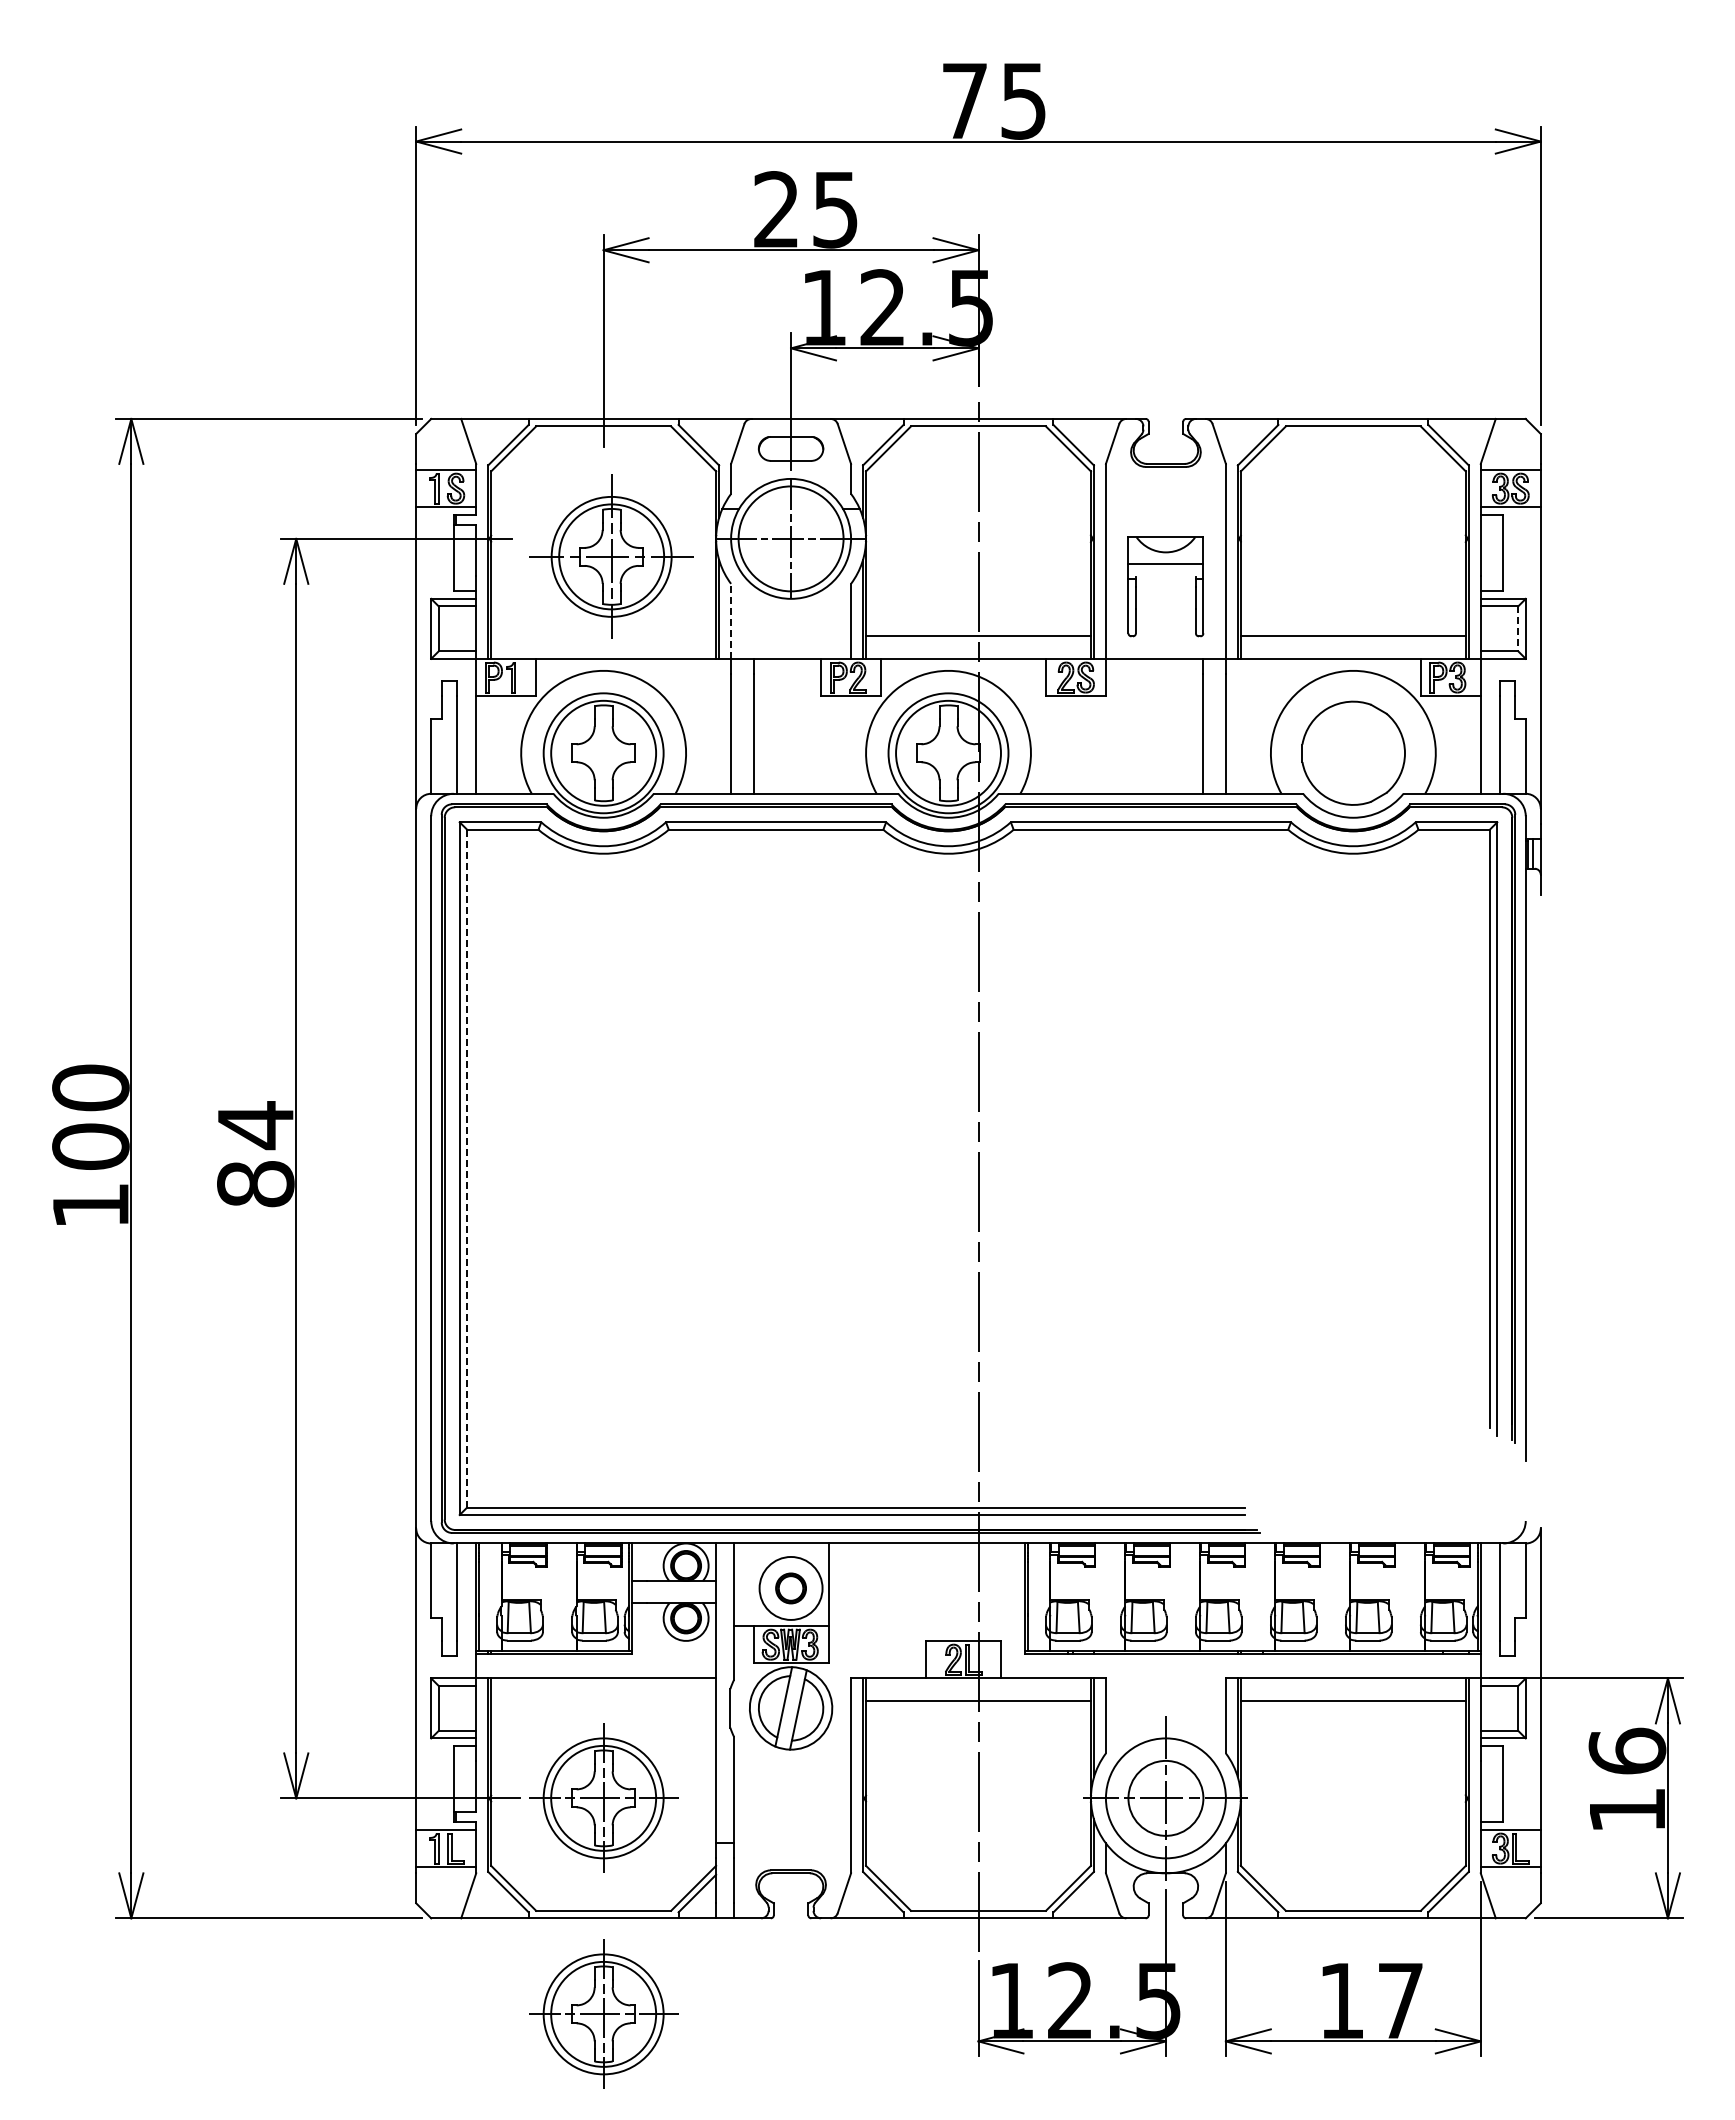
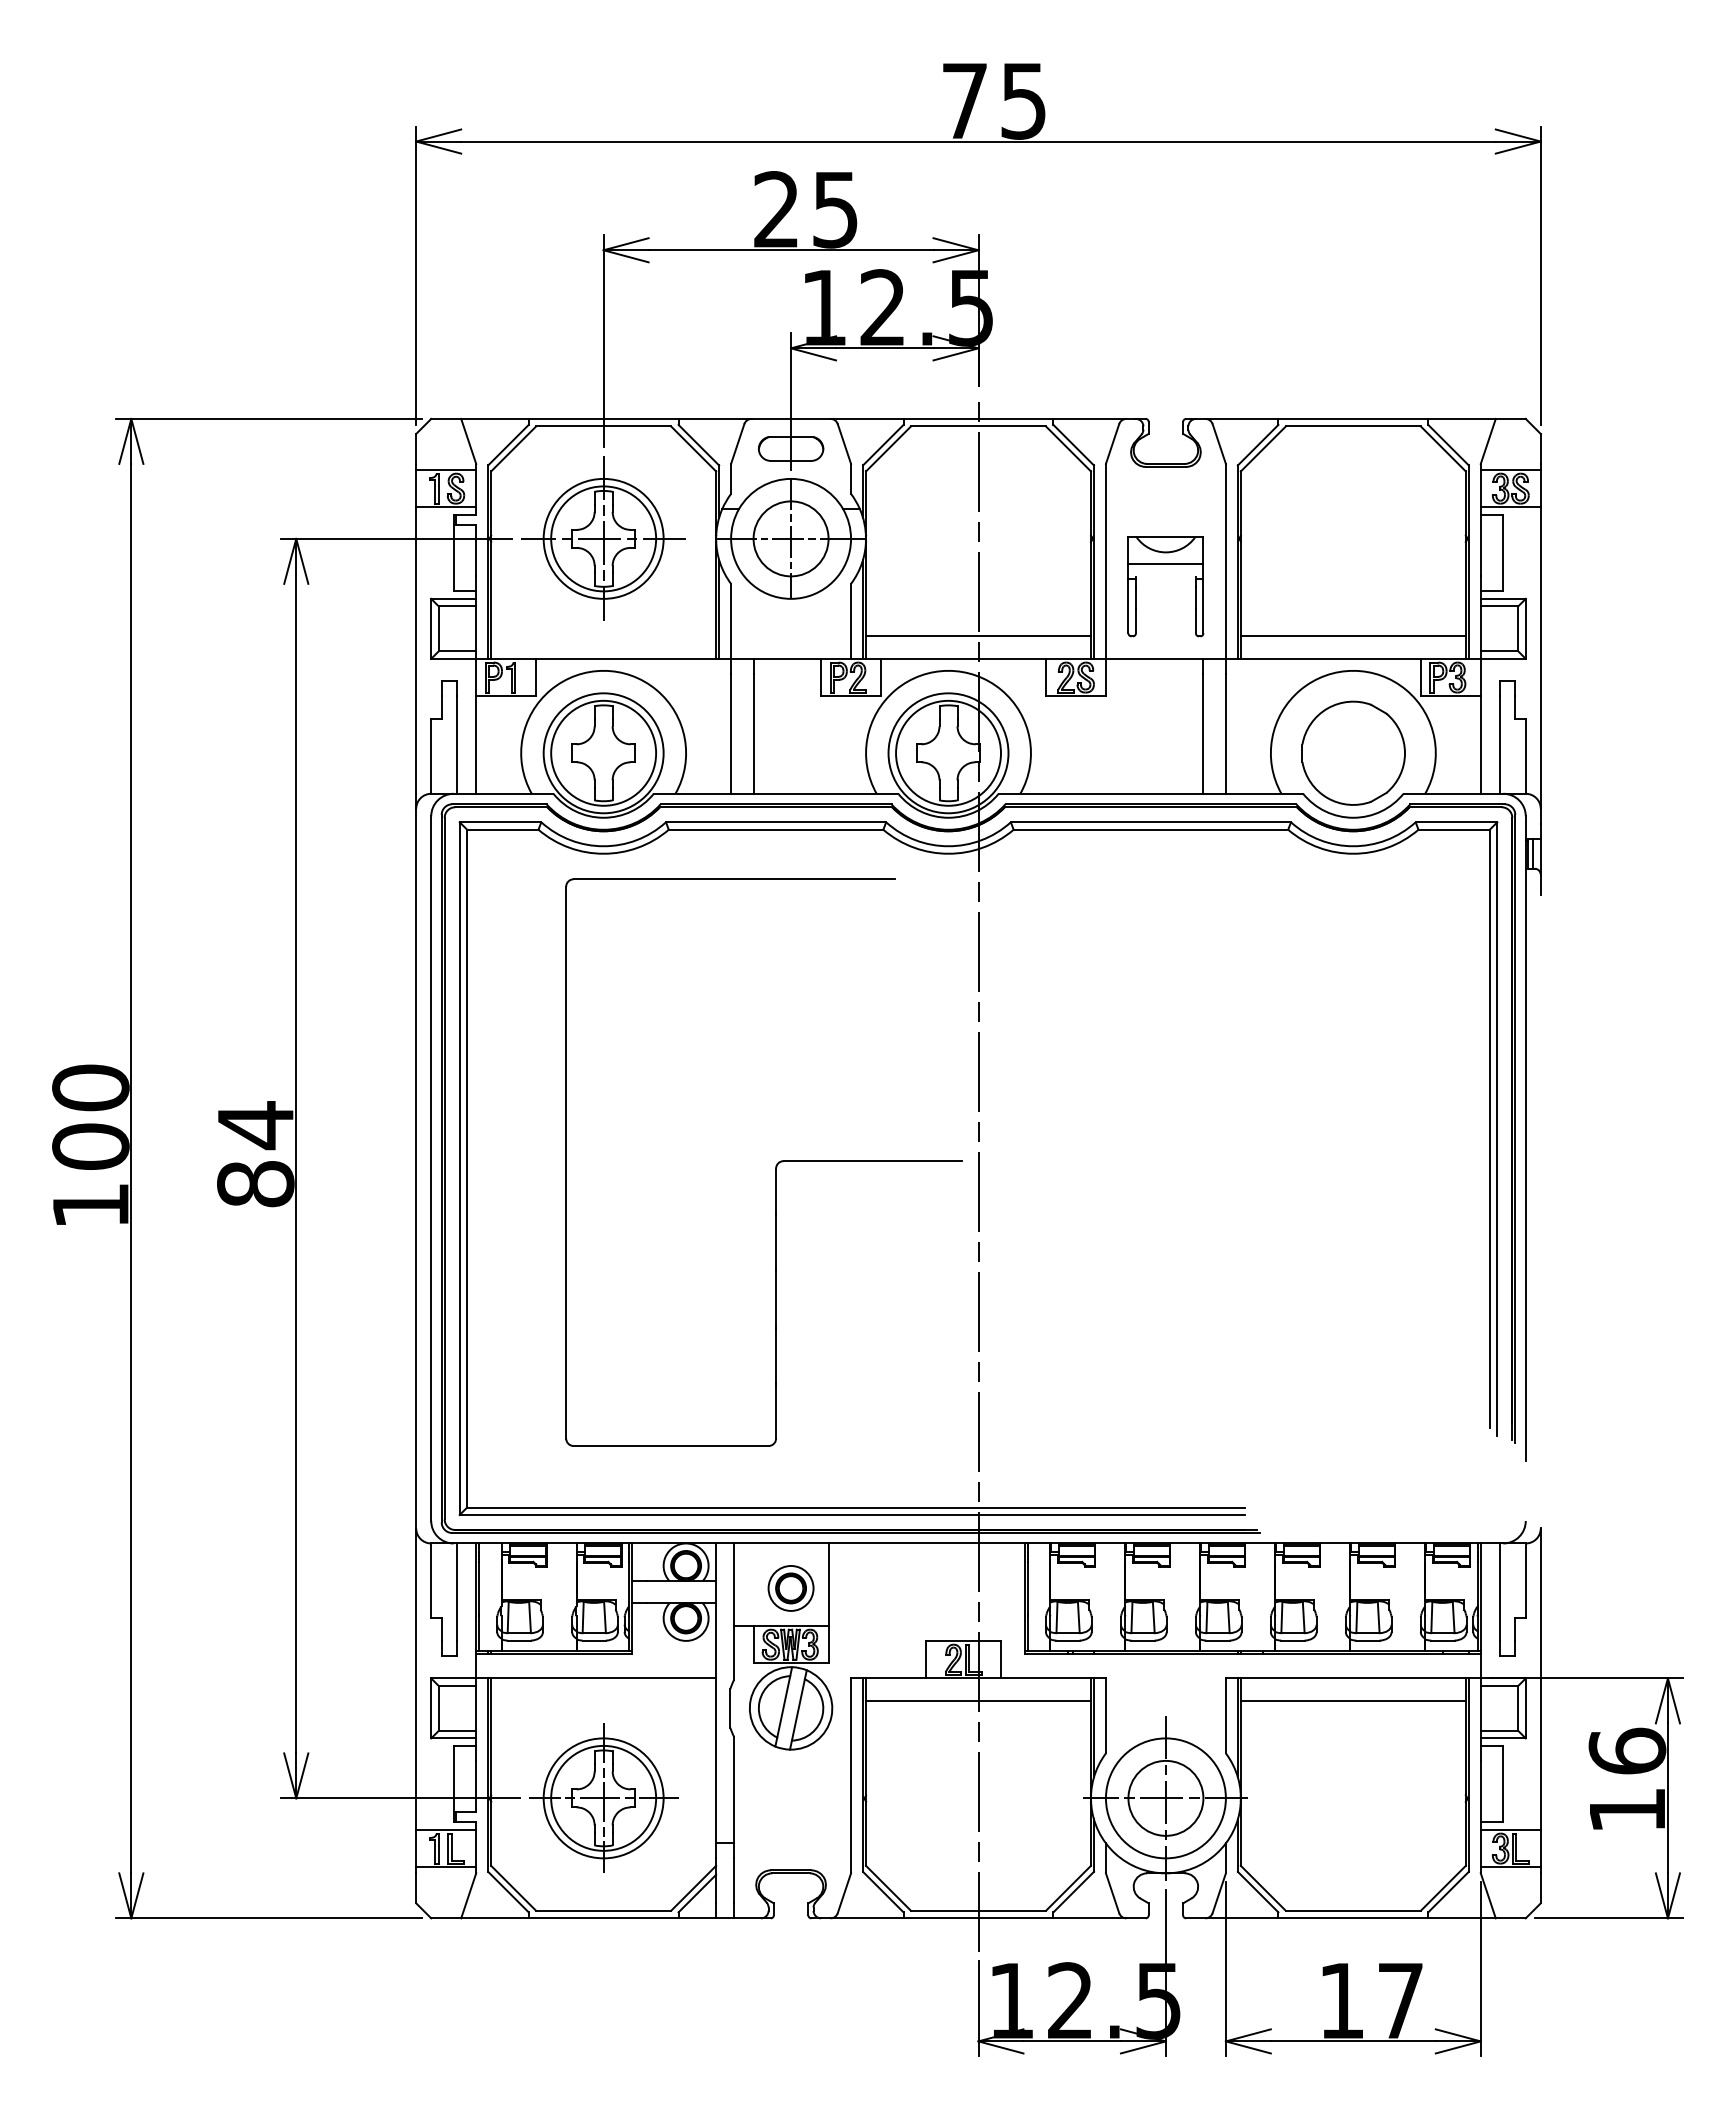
circle at (790, 538) diameter: 105 px -> 75 px
part at (611, 556) position: (611, 556) -> (603, 538)
line at (731, 620): dashed -> solid
line at (1518, 629): dashed -> solid
part at (775, 1165): none -> present
line at (467, 1168): dashed -> solid
circle at (790, 1587) diameter: 63 px -> 45 px
part at (603, 2013): present -> none
